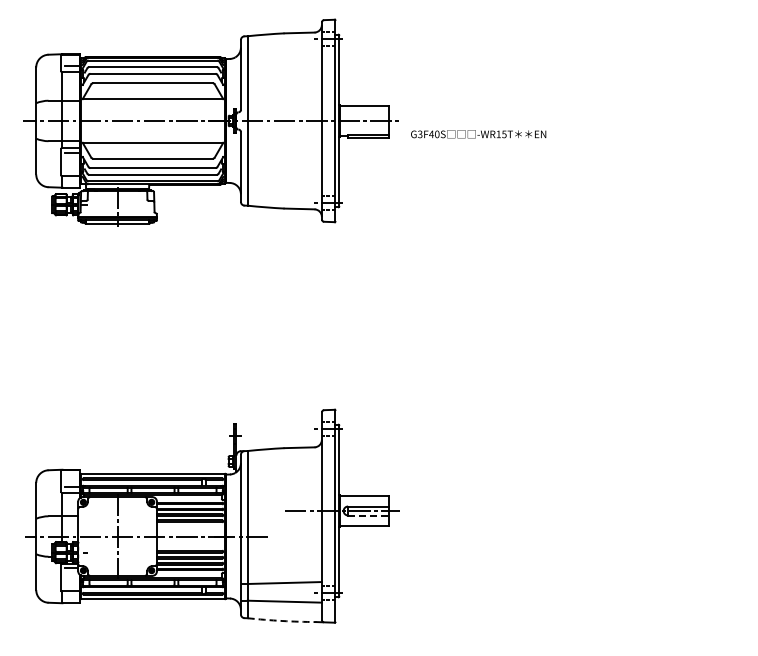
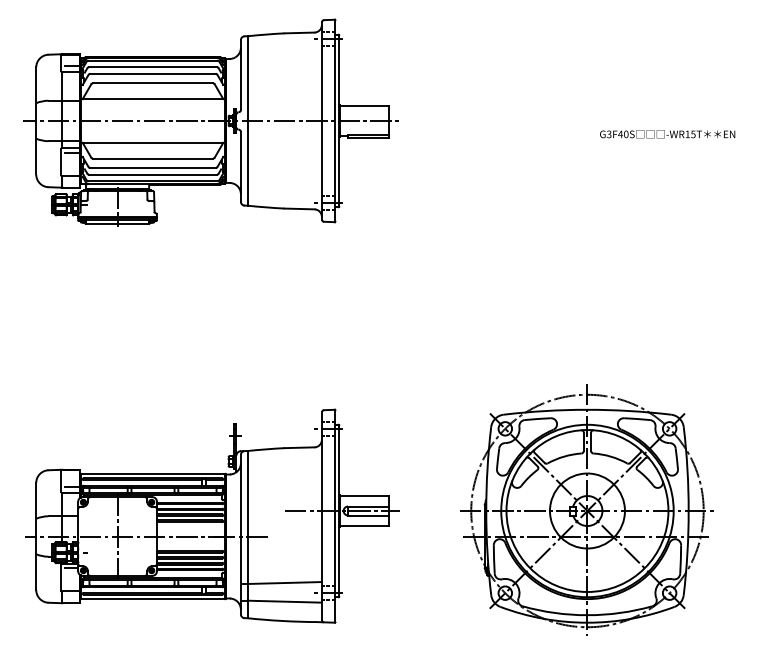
text at (478, 134) position: (478, 134) -> (667, 134)
part at (586, 509): none -> present
line at (368, 515): dashed -> solid
arc at (282, 620): dashed -> solid
